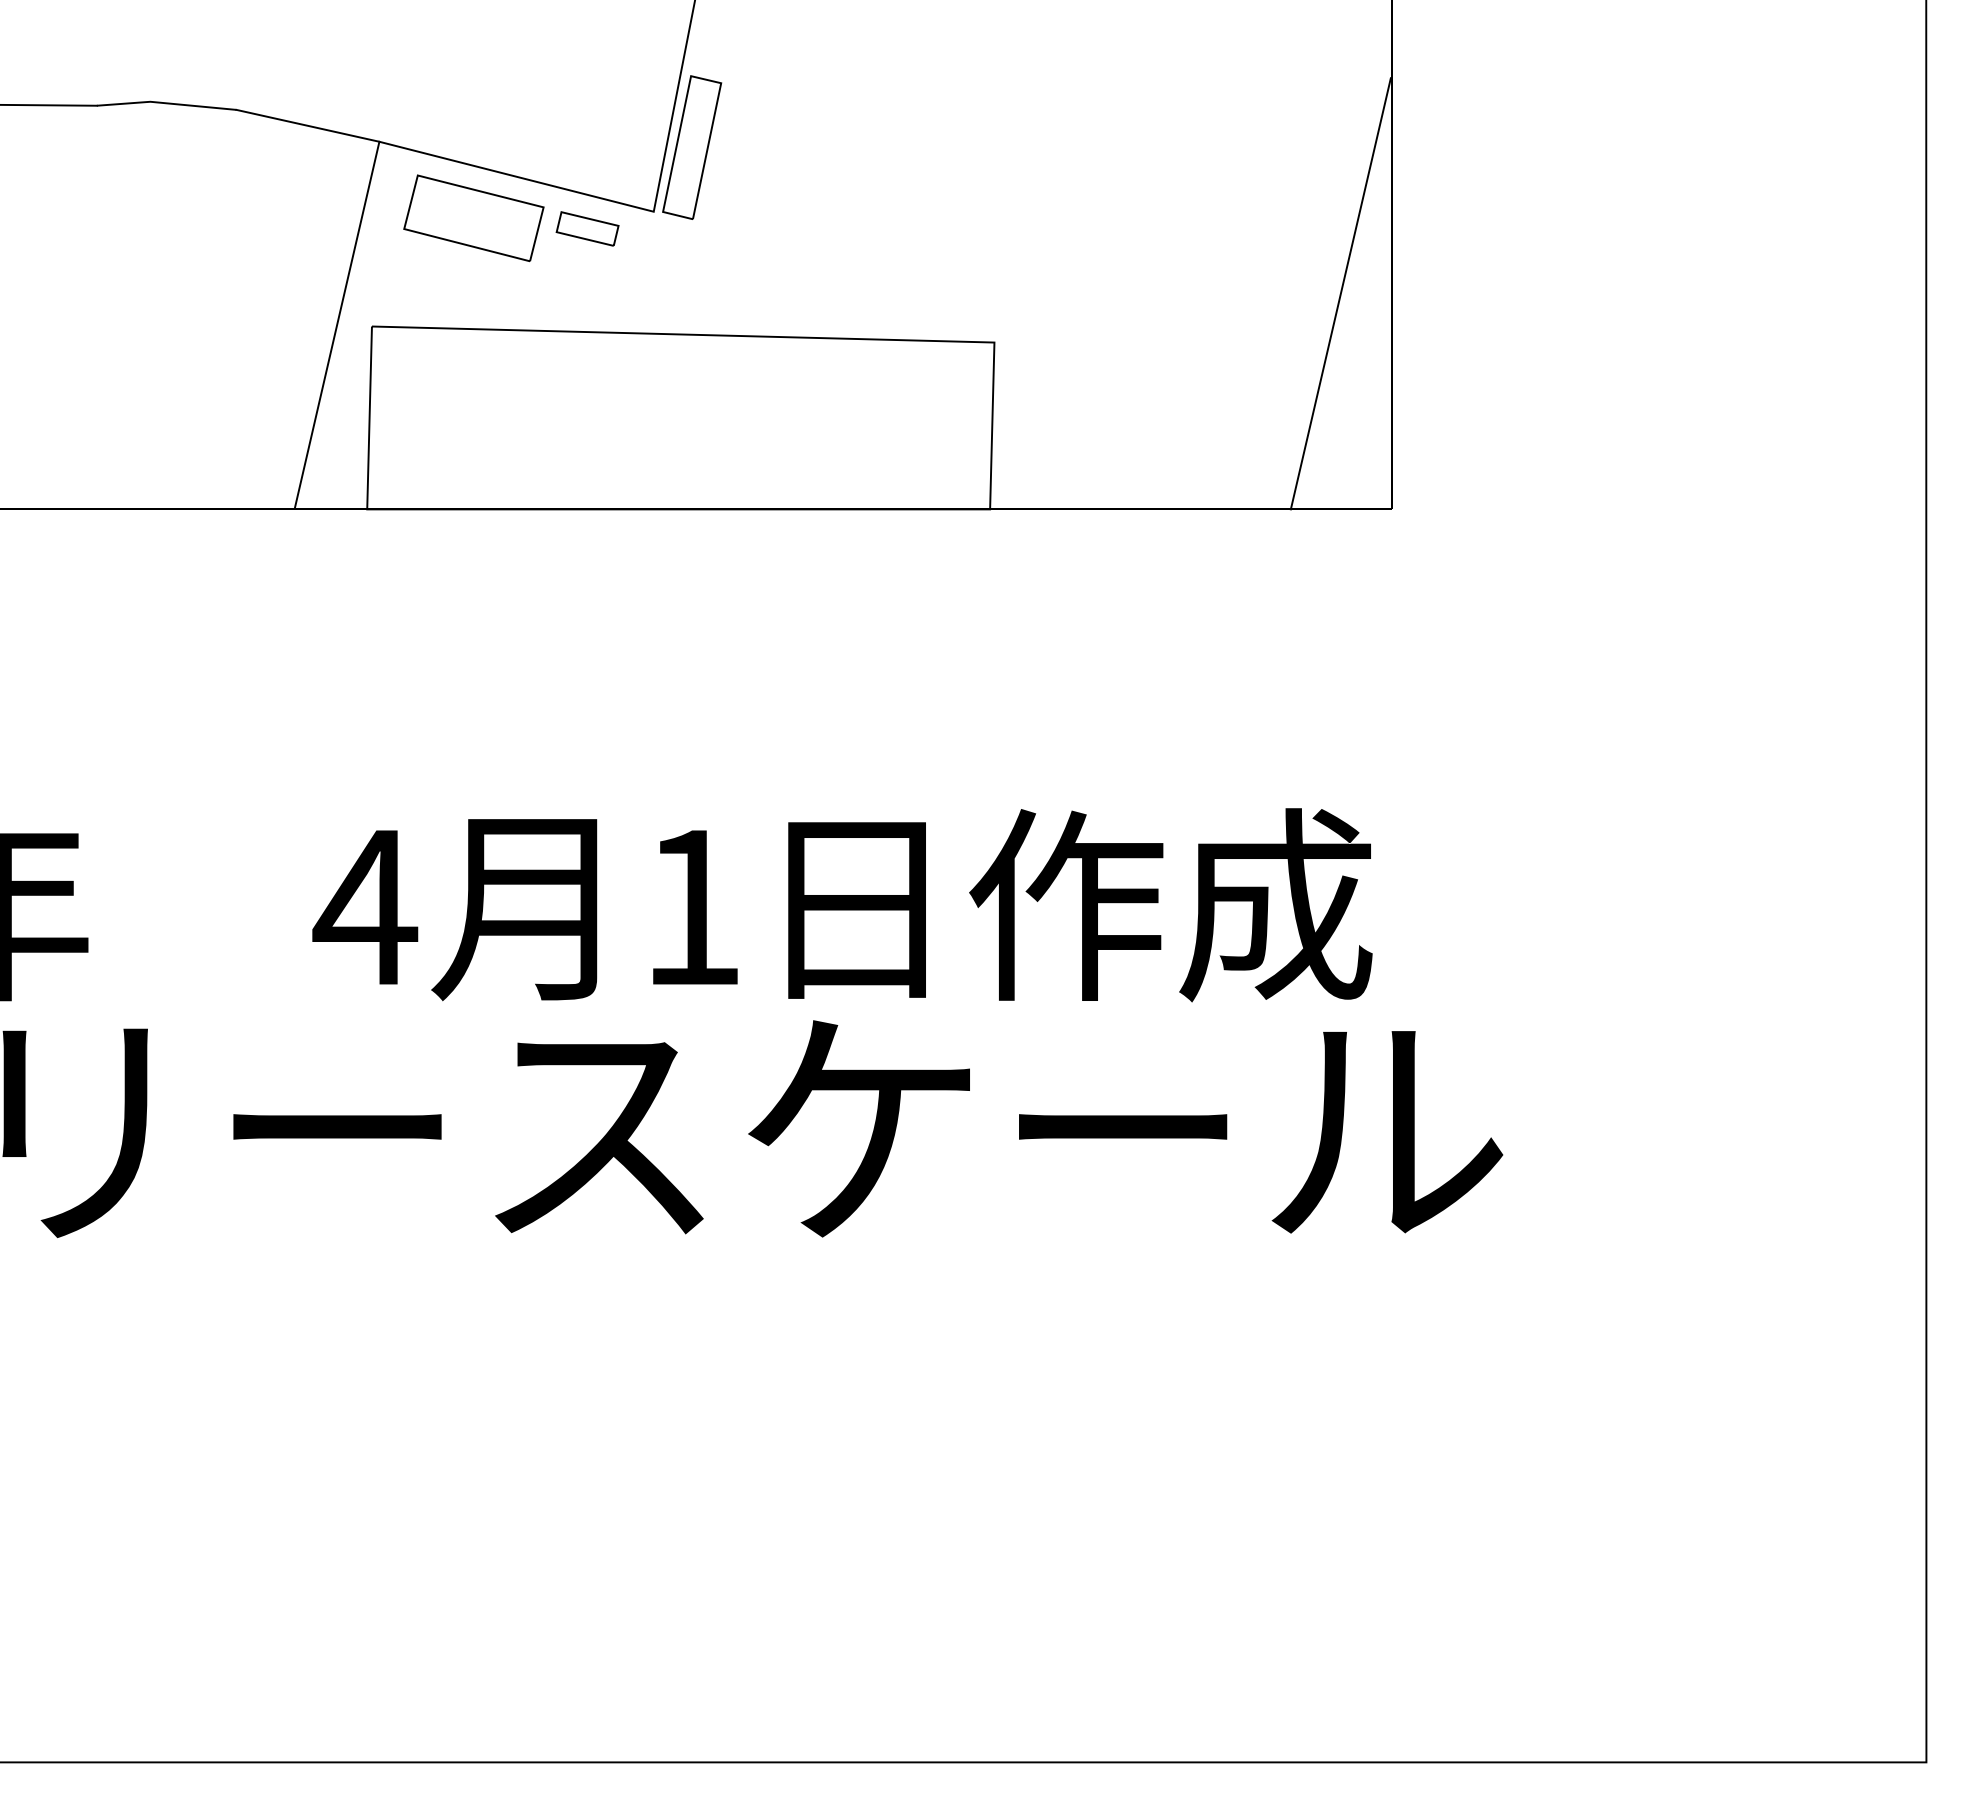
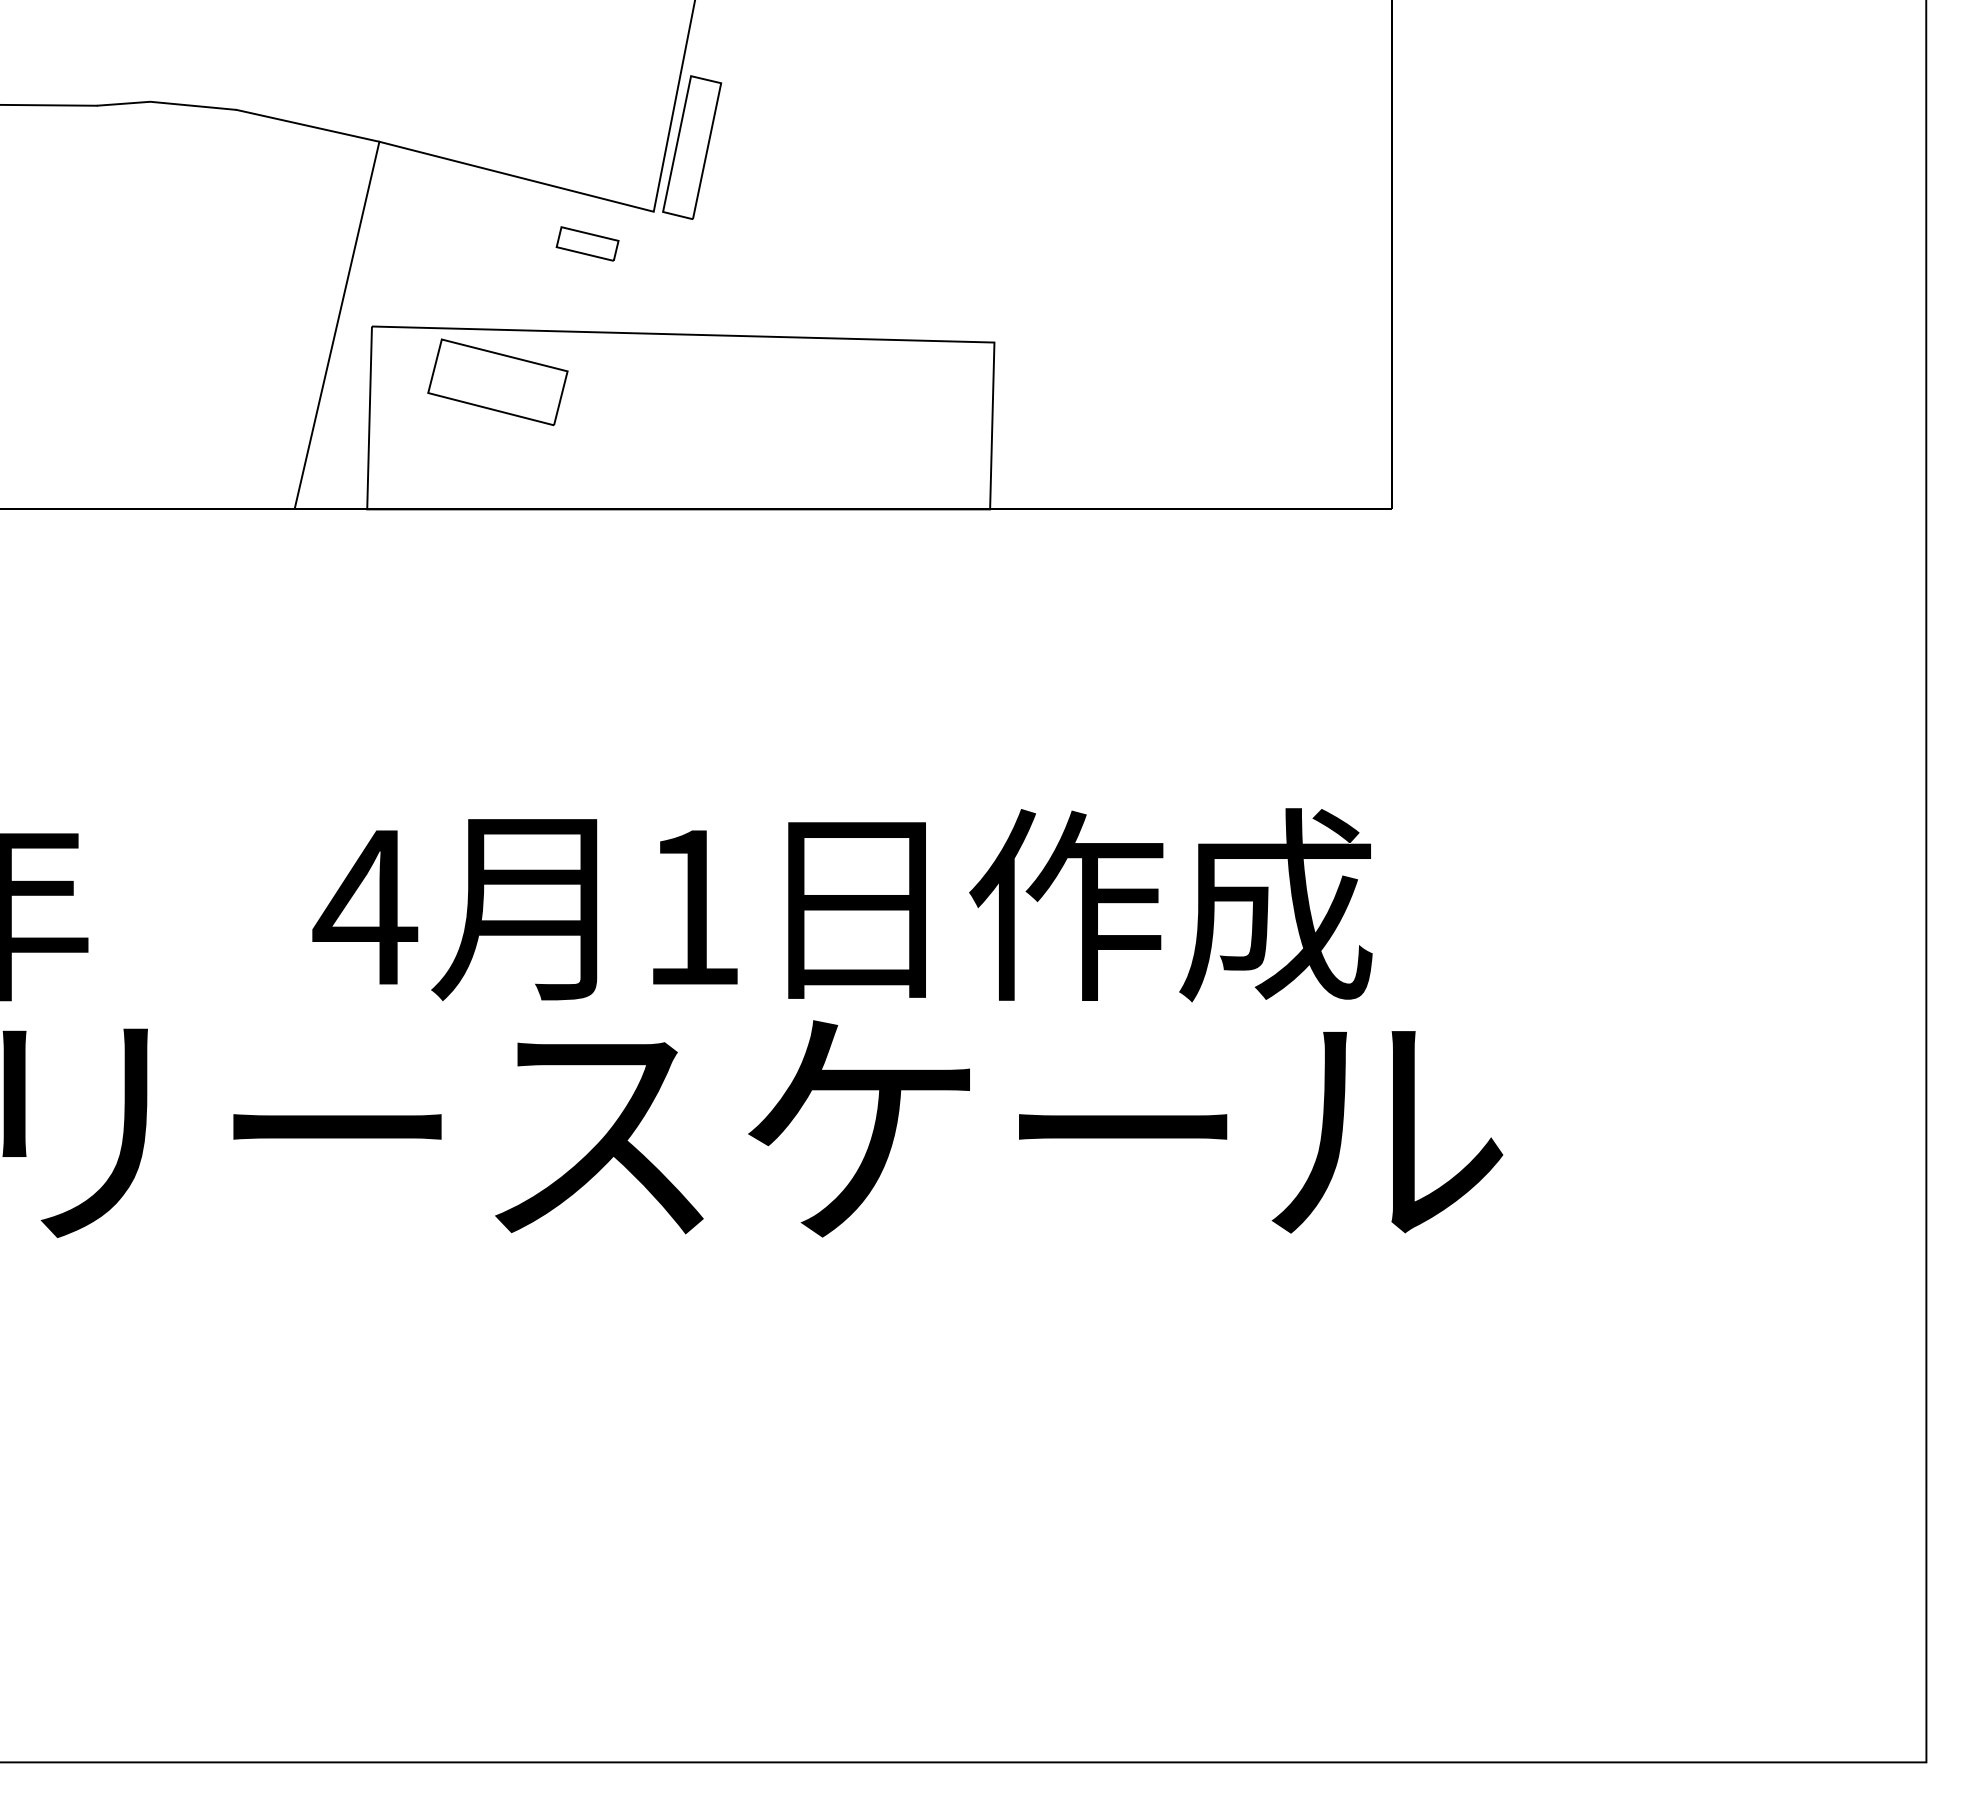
part at (473, 218) position: (473, 218) -> (497, 382)
part at (587, 228) position: (587, 228) -> (587, 243)
line at (1340, 293): present -> none
